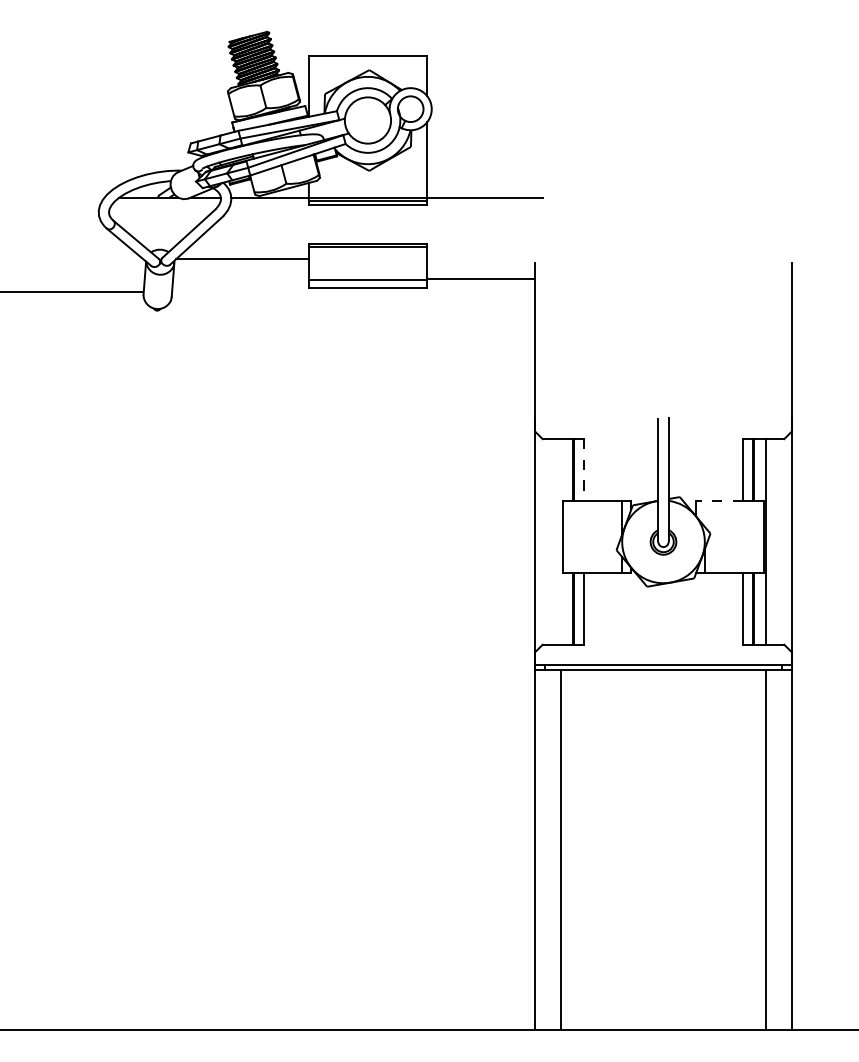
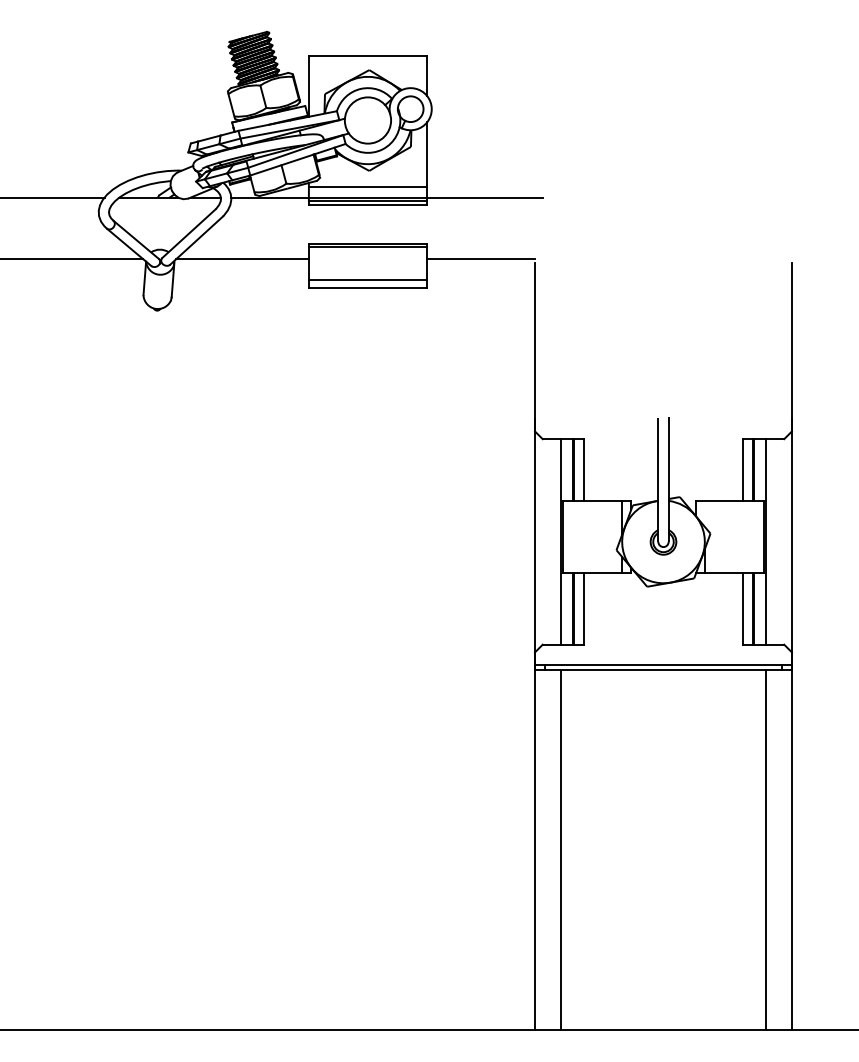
line at (367, 187): none -> present
line at (53, 197): none -> present
line at (480, 279) position: (480, 279) -> (480, 259)
line at (72, 292) position: (72, 292) -> (72, 259)
line at (584, 469): dashed -> solid
line at (719, 500): dashed -> solid
line at (560, 541): none -> present
